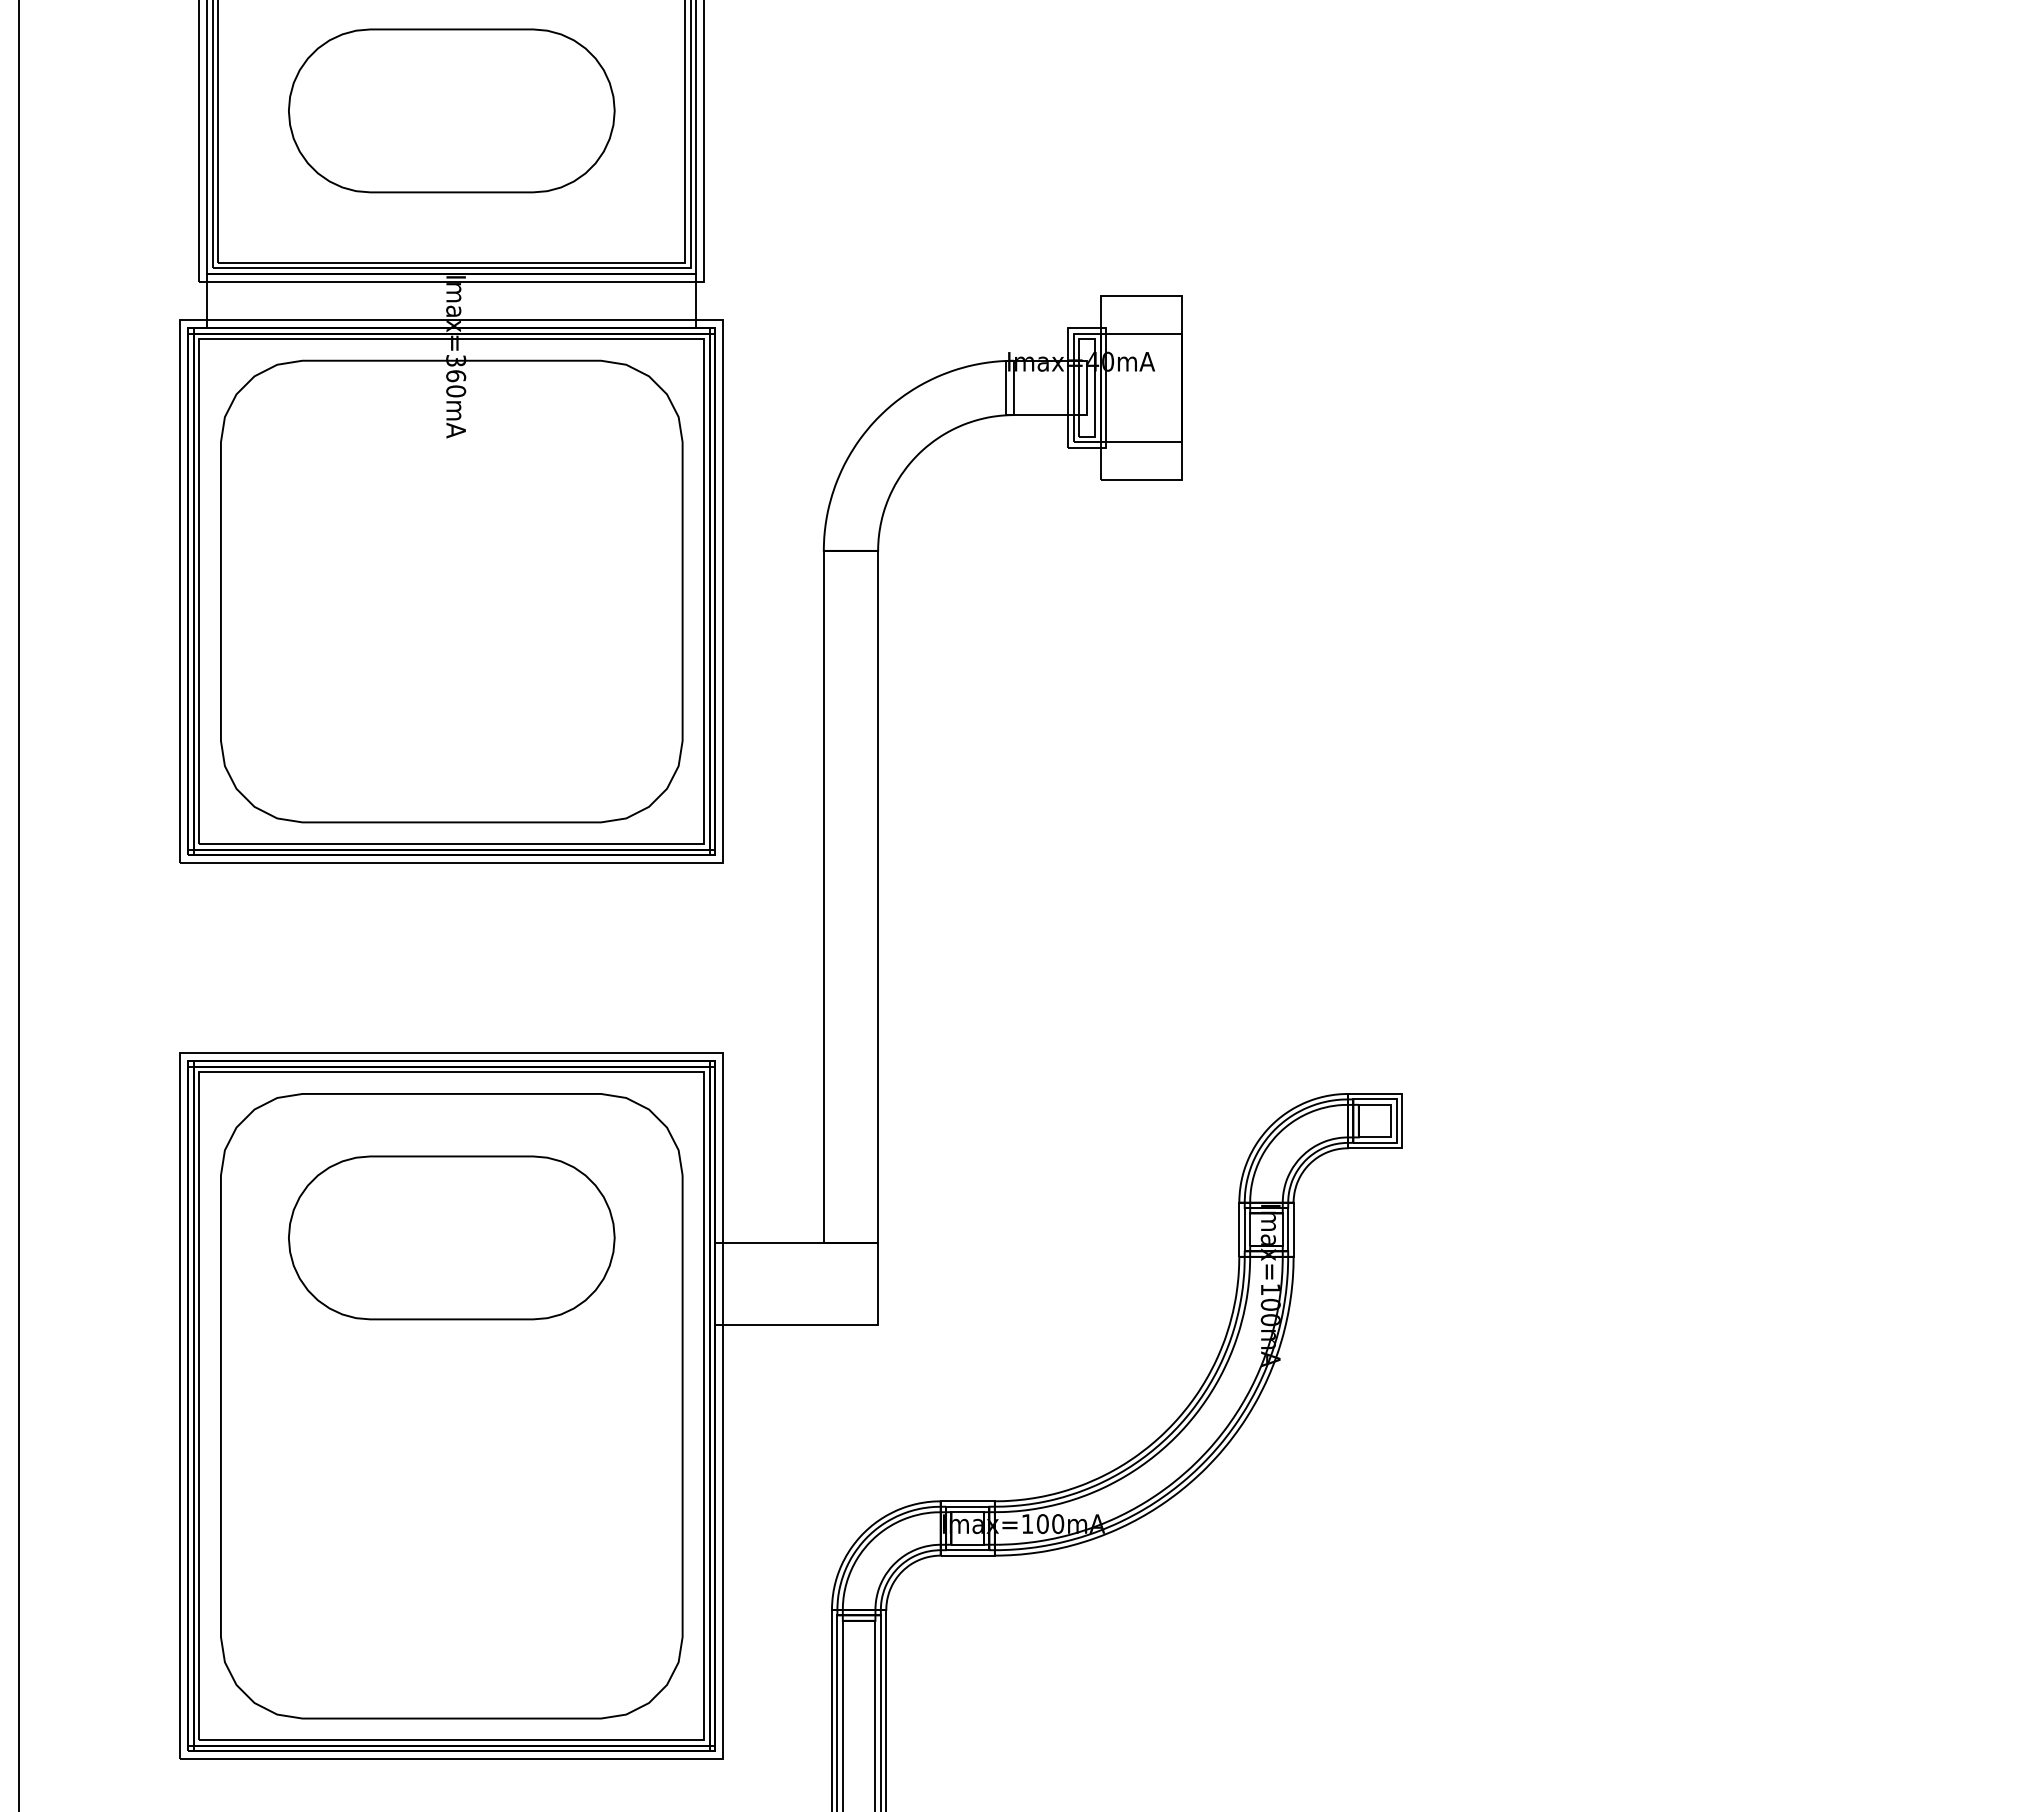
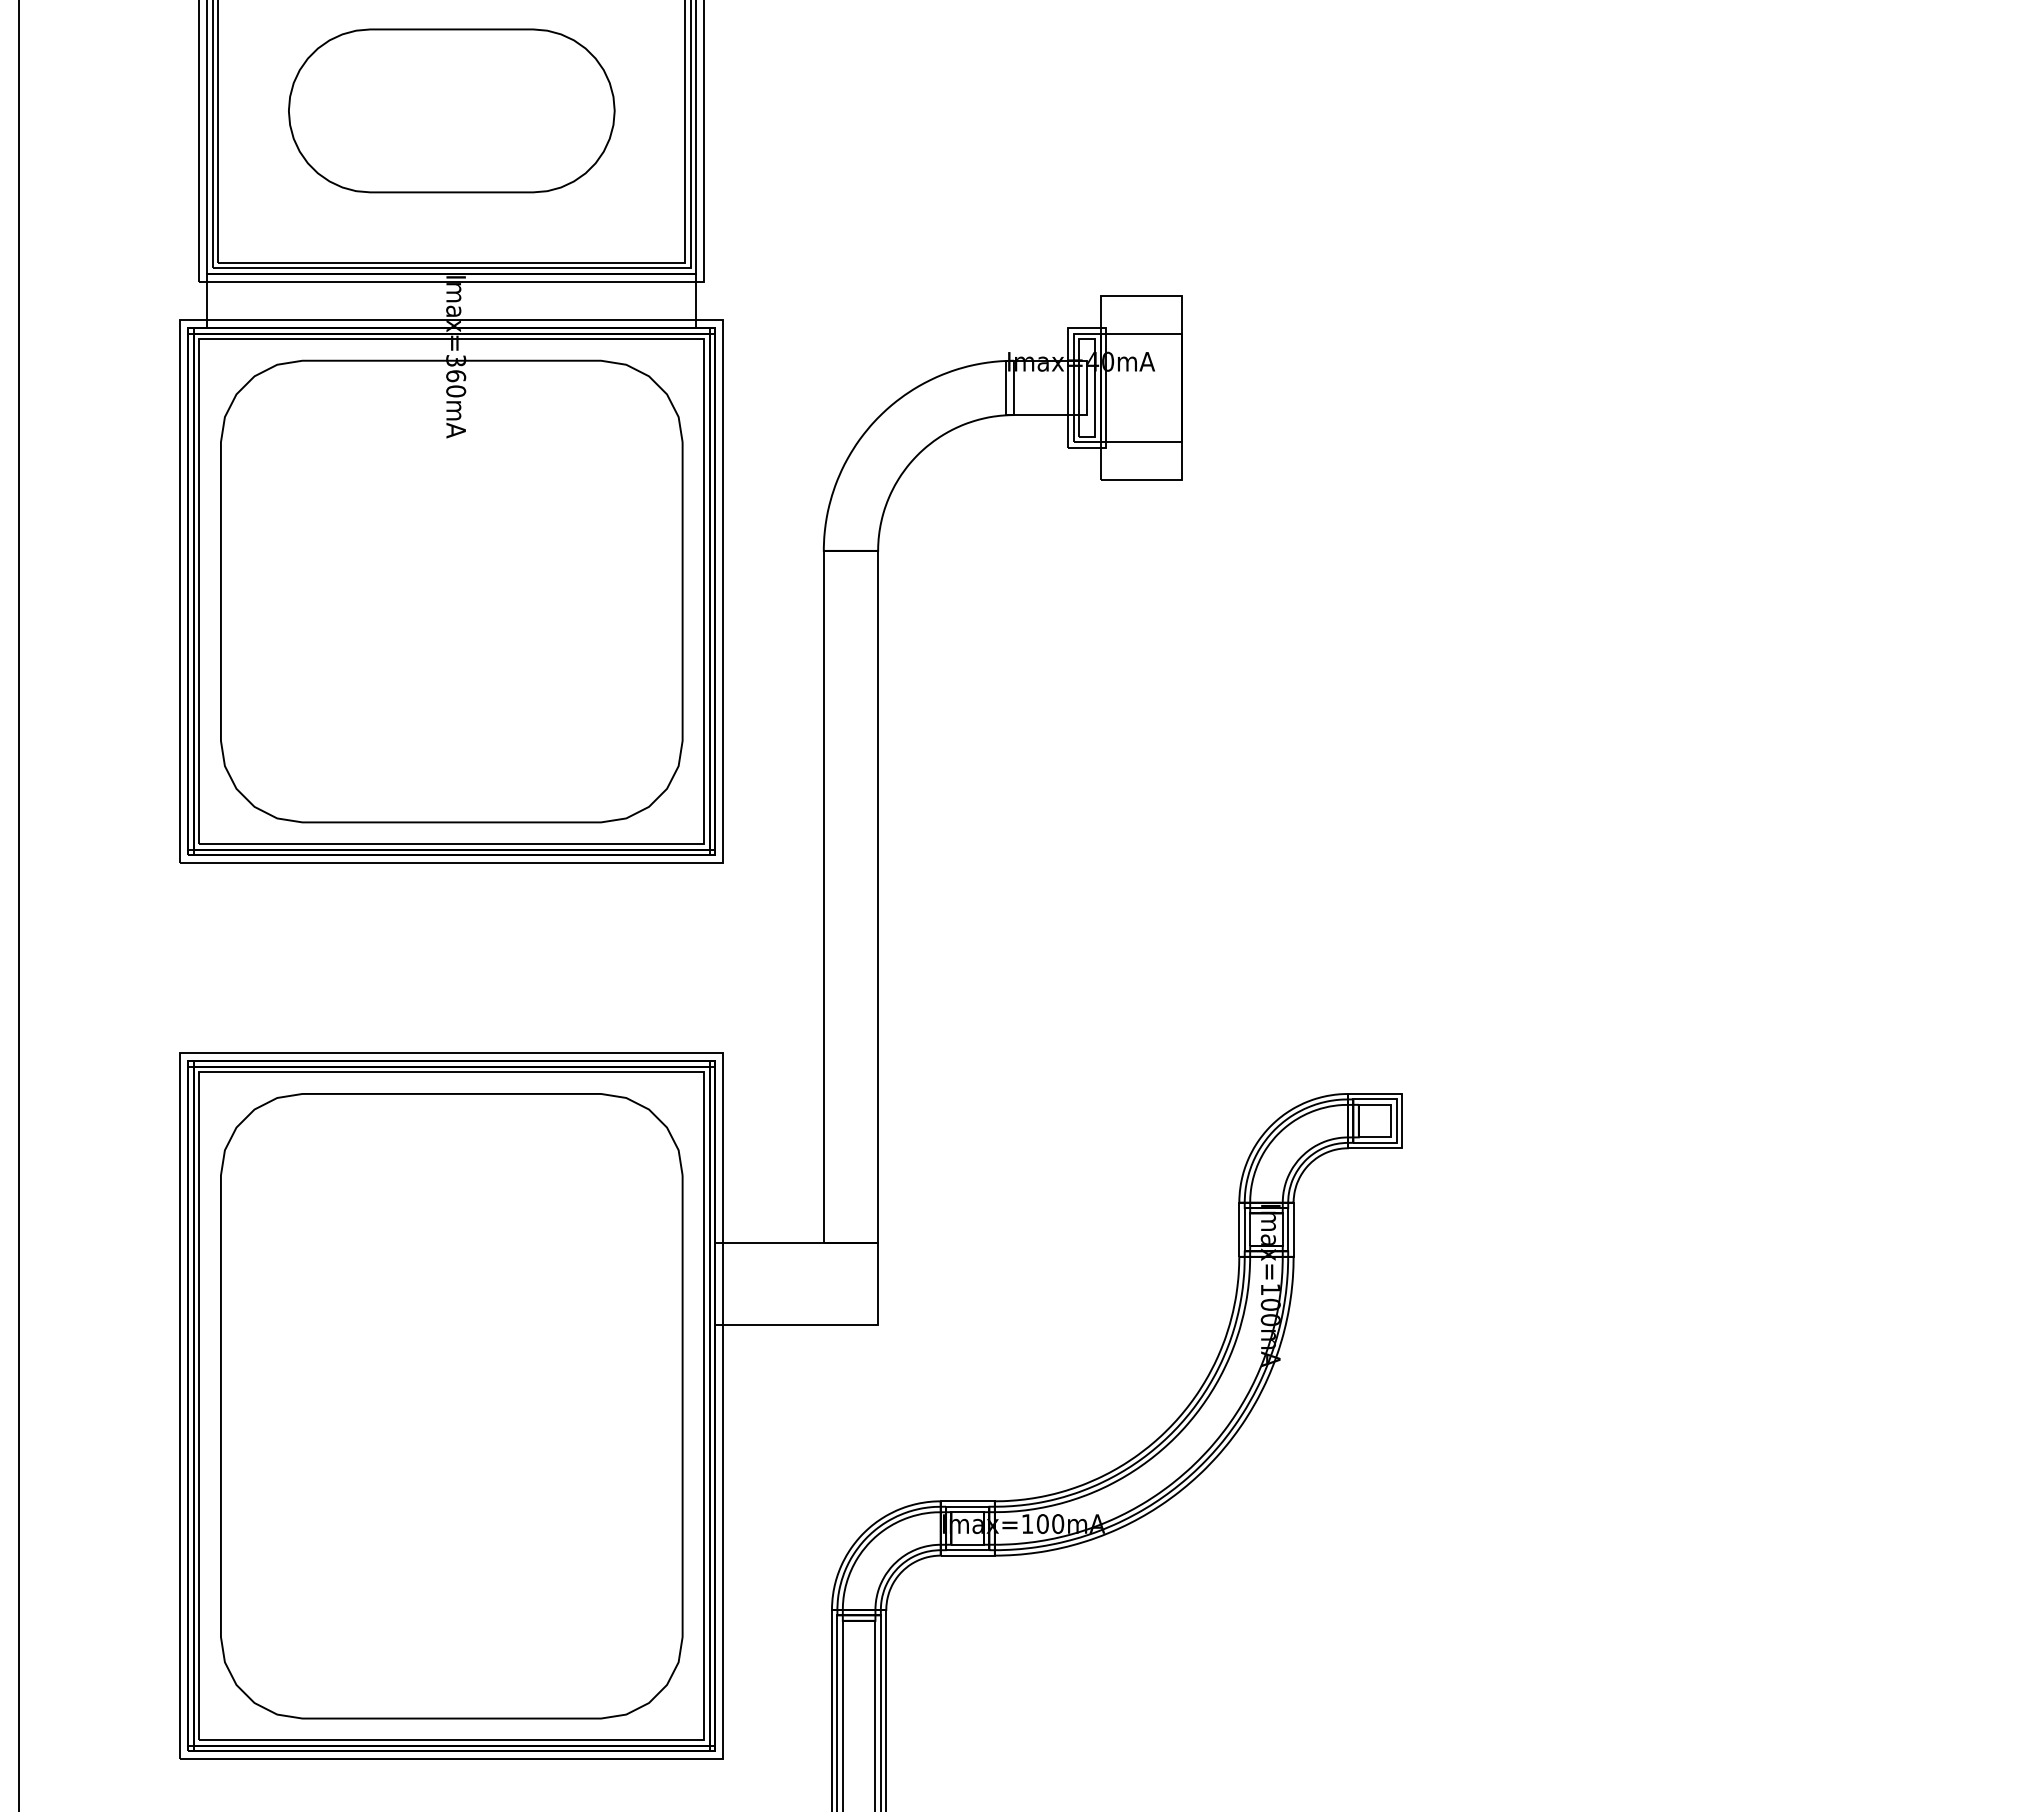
part at (451, 1237): present -> none
